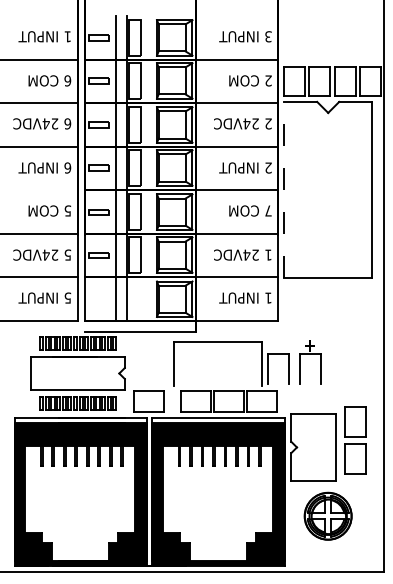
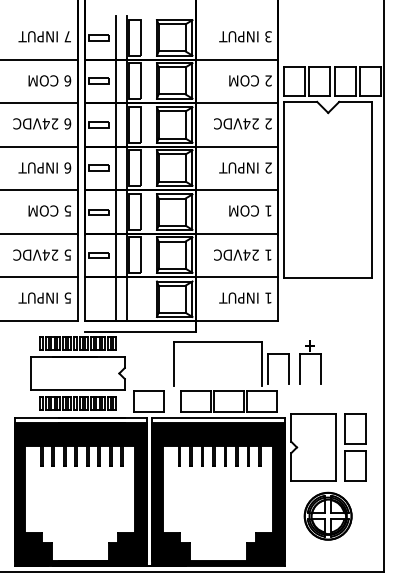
text at (67, 36): 1 -> 7
line at (284, 189): dashed -> solid
line at (39, 190): none -> present
text at (268, 210): 7 -> 1
part at (355, 440) position: (355, 440) -> (355, 447)
